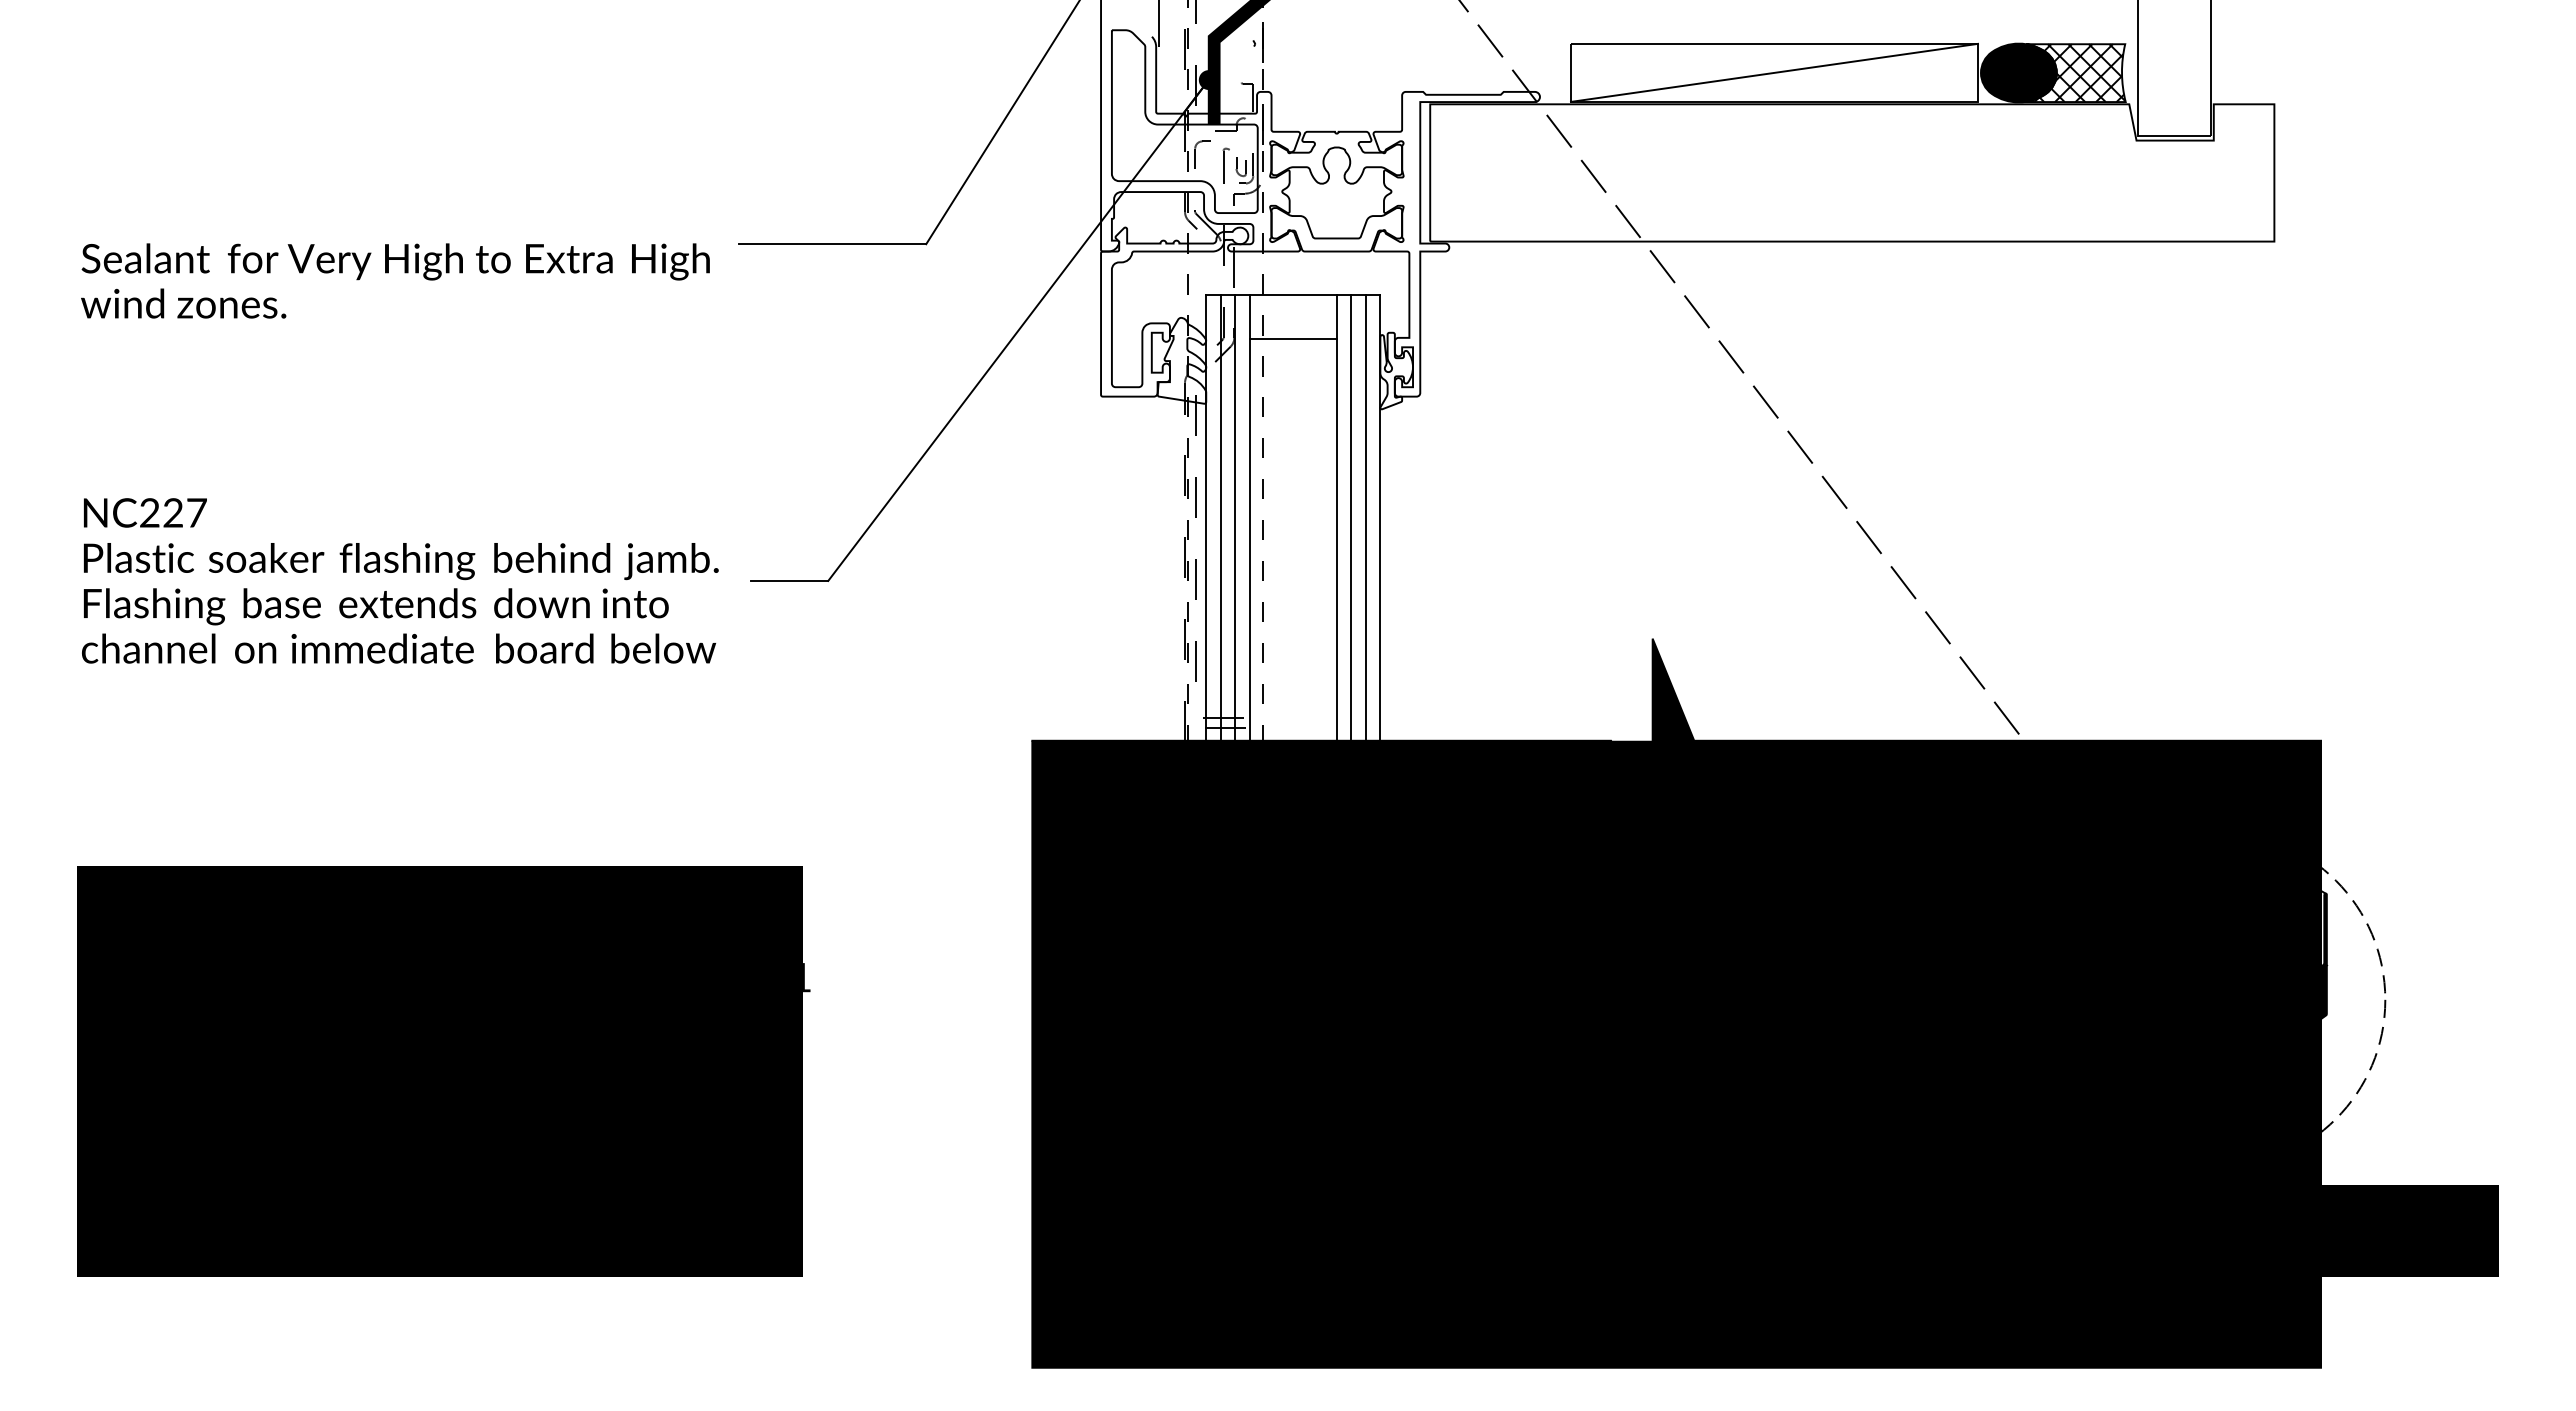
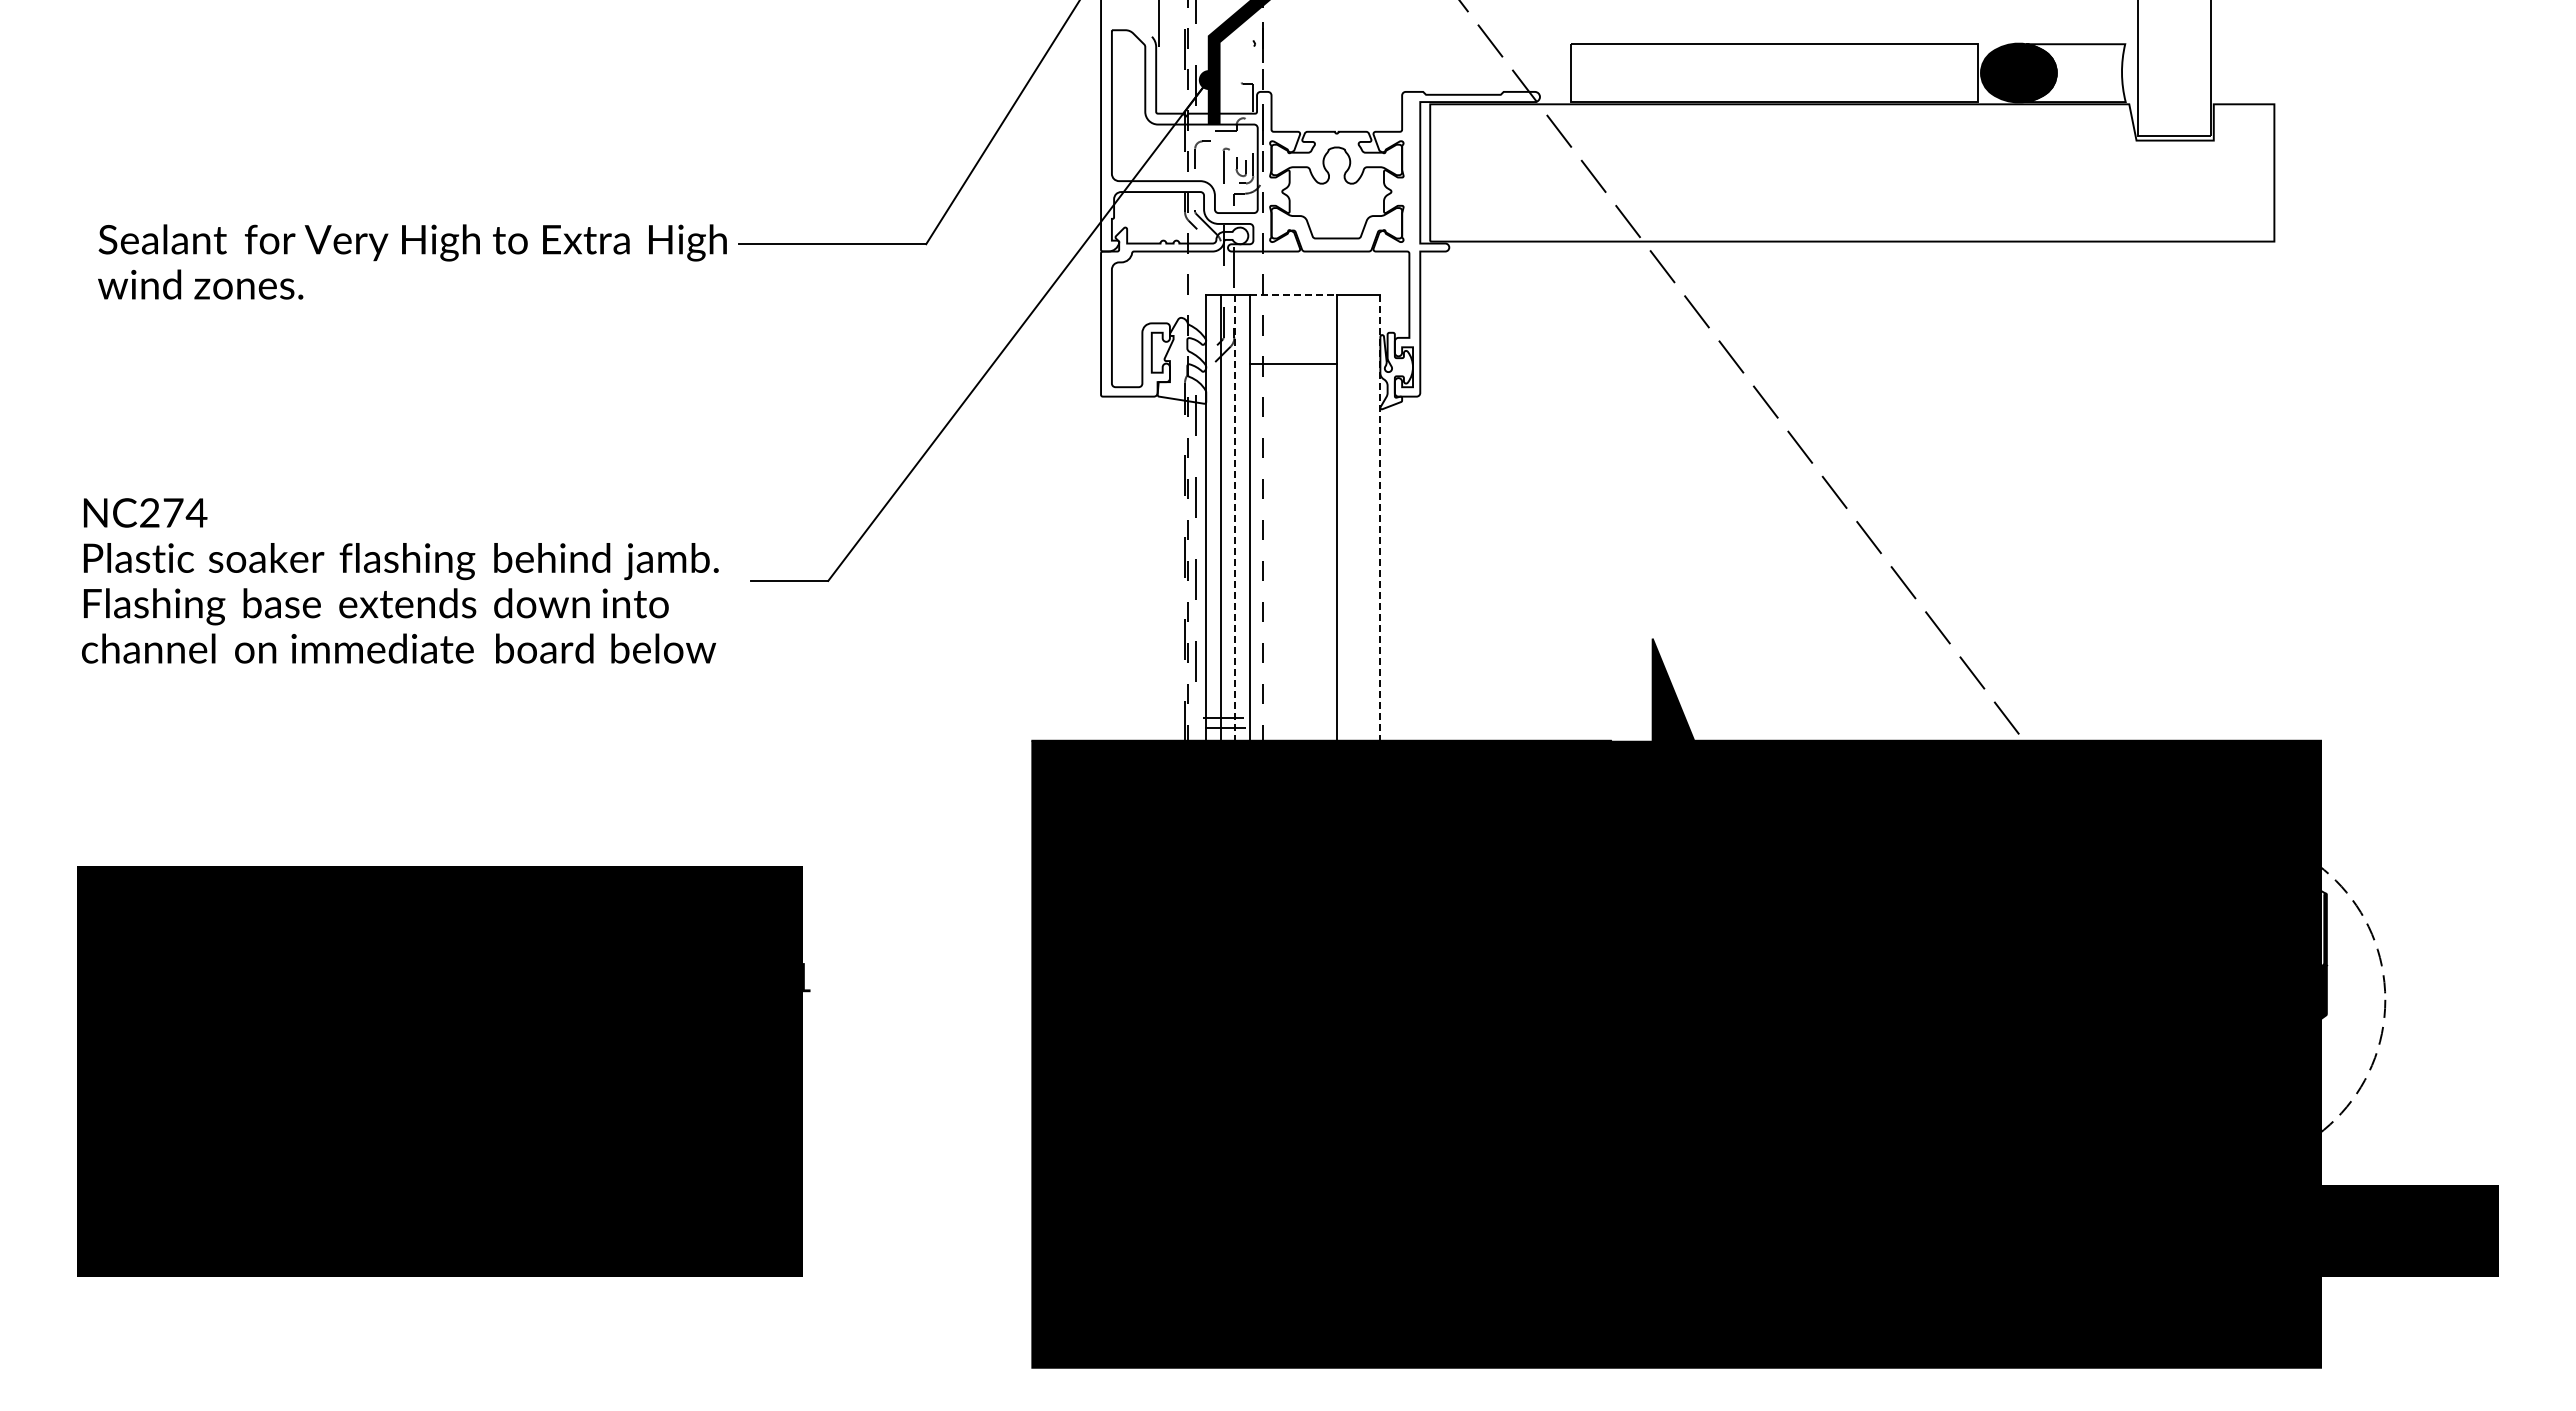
line at (1773, 72): present -> none
hatch at (2076, 73): present -> none
text at (395, 280) position: (395, 280) -> (412, 261)
line at (1293, 295): solid -> dashed
line at (1292, 338) position: (1292, 338) -> (1292, 363)
text at (185, 512): NC227 -> NC274
line at (1235, 526): solid -> dashed
line at (1351, 526): present -> none
line at (1365, 526): present -> none
line at (1380, 526): solid -> dashed
